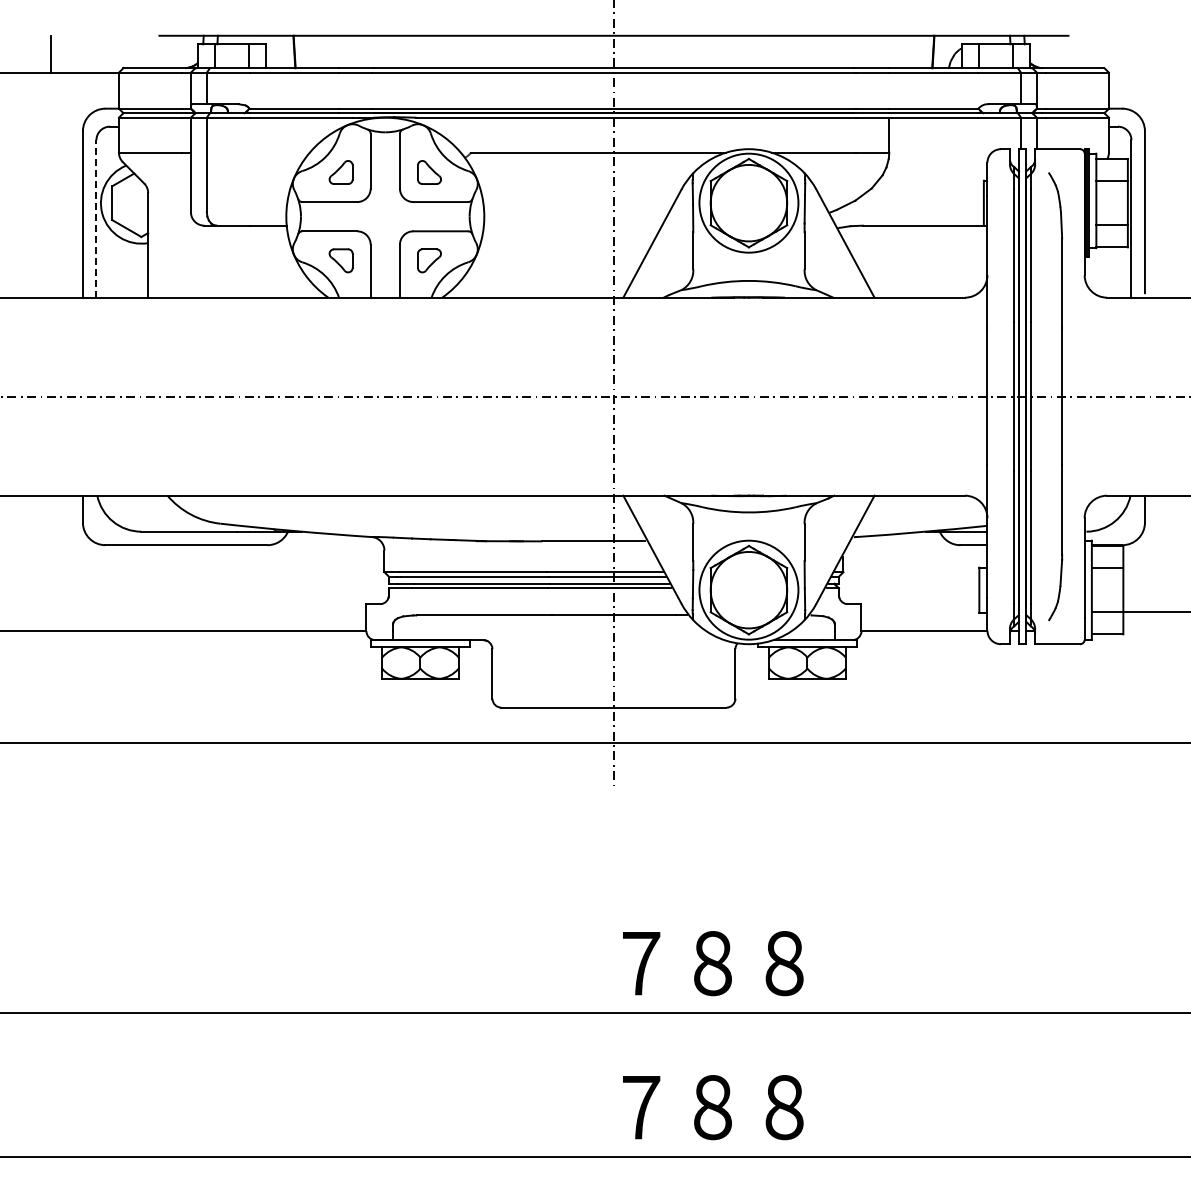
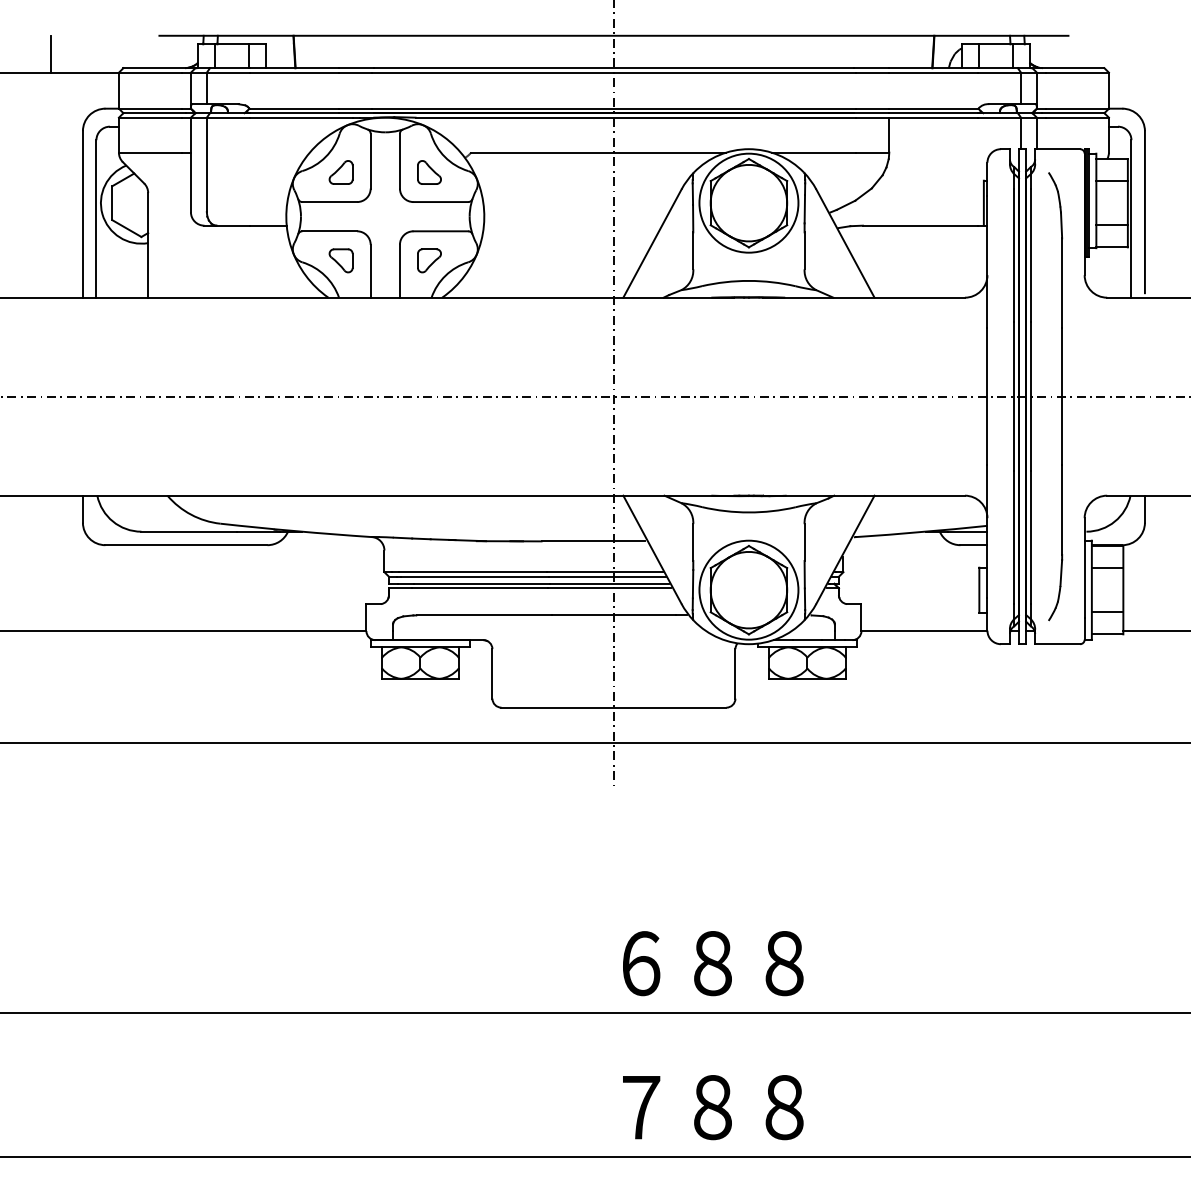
line at (96, 218): dashed -> solid
line at (1155, 611) position: (1155, 611) -> (1155, 630)
text at (641, 963): ７８８ -> ６８８
